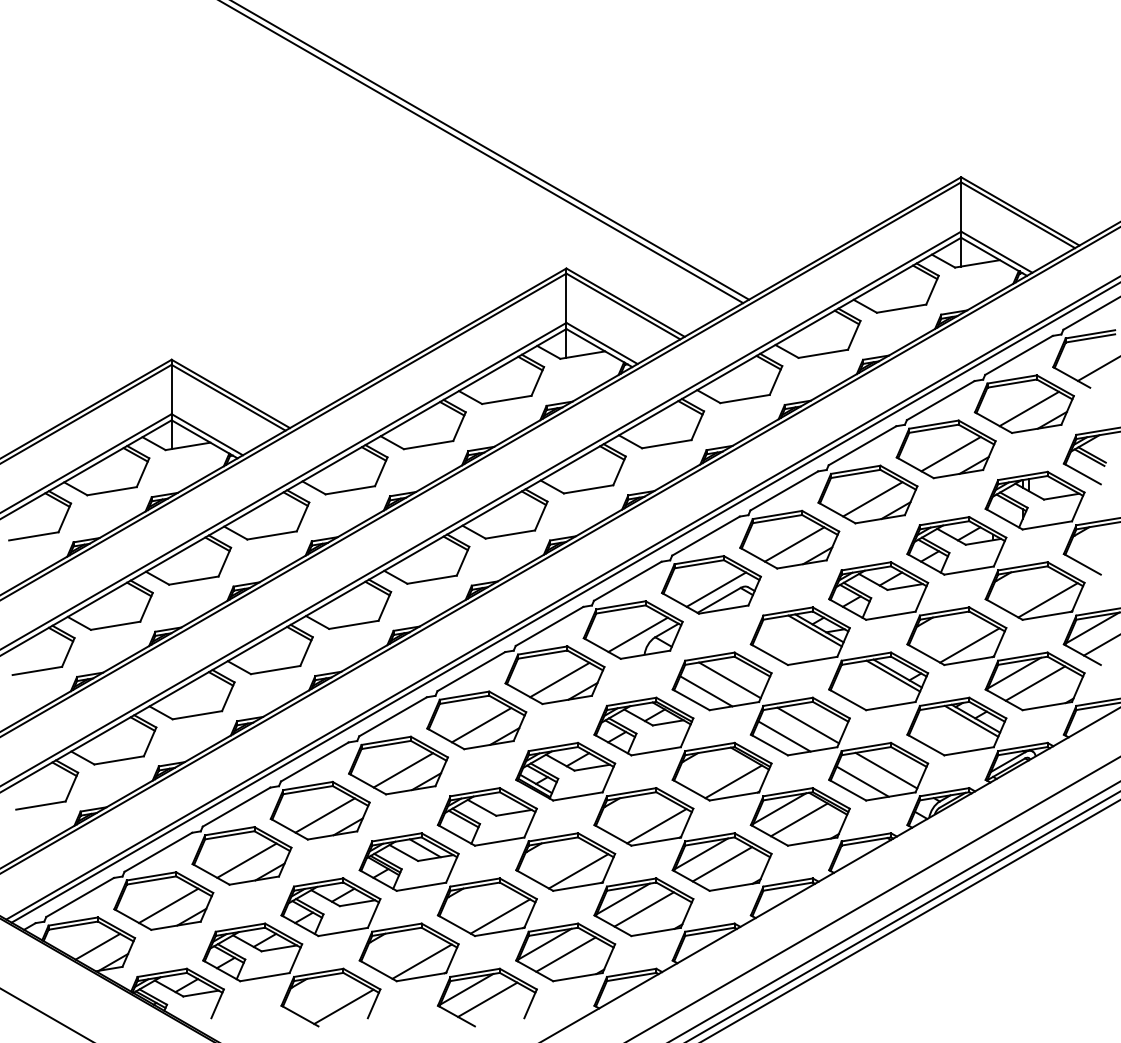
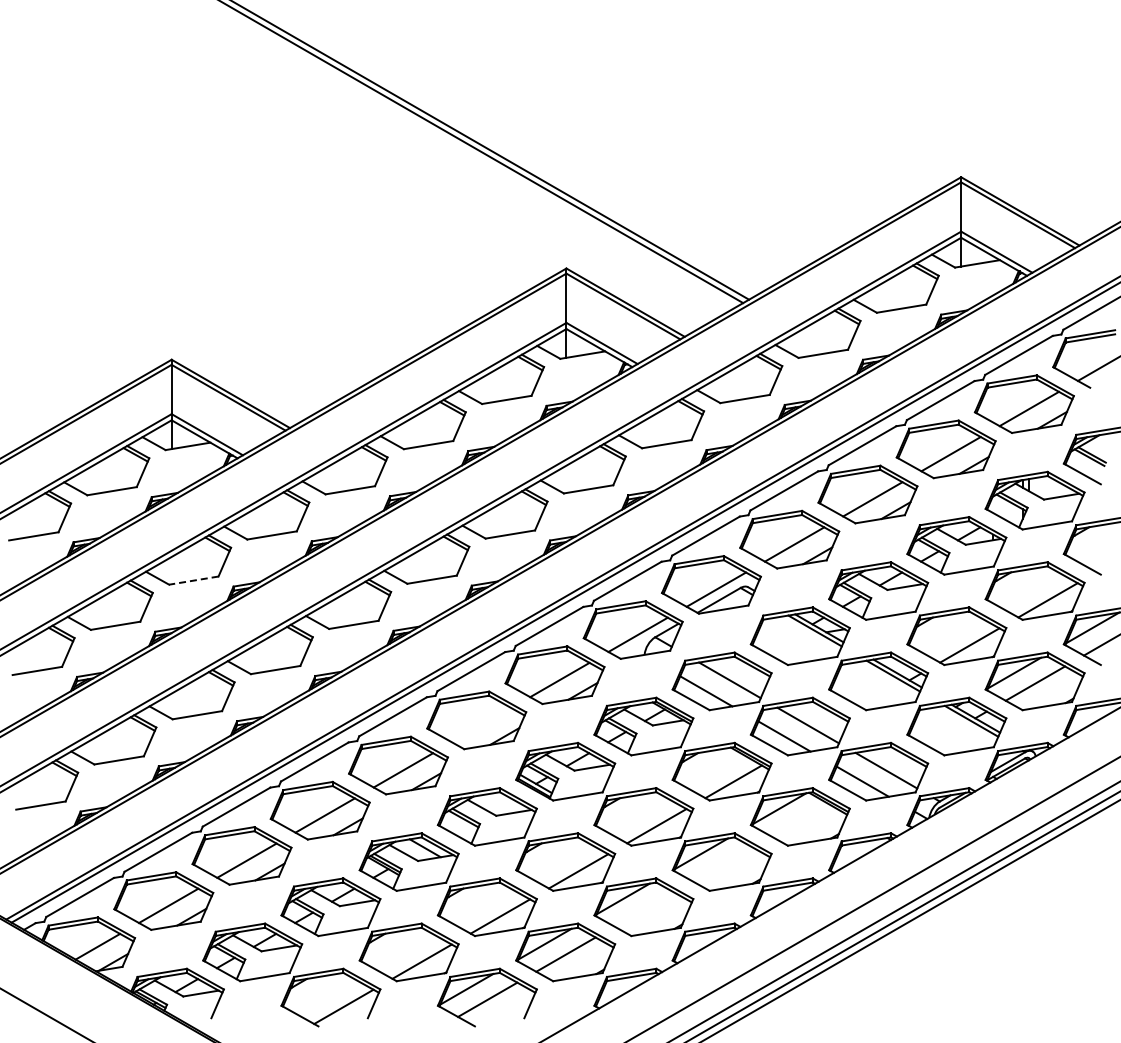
line at (193, 580): solid -> dashed
line at (481, 725): present -> none
line at (799, 819): present -> none
line at (722, 864): present -> none
line at (643, 909): present -> none
